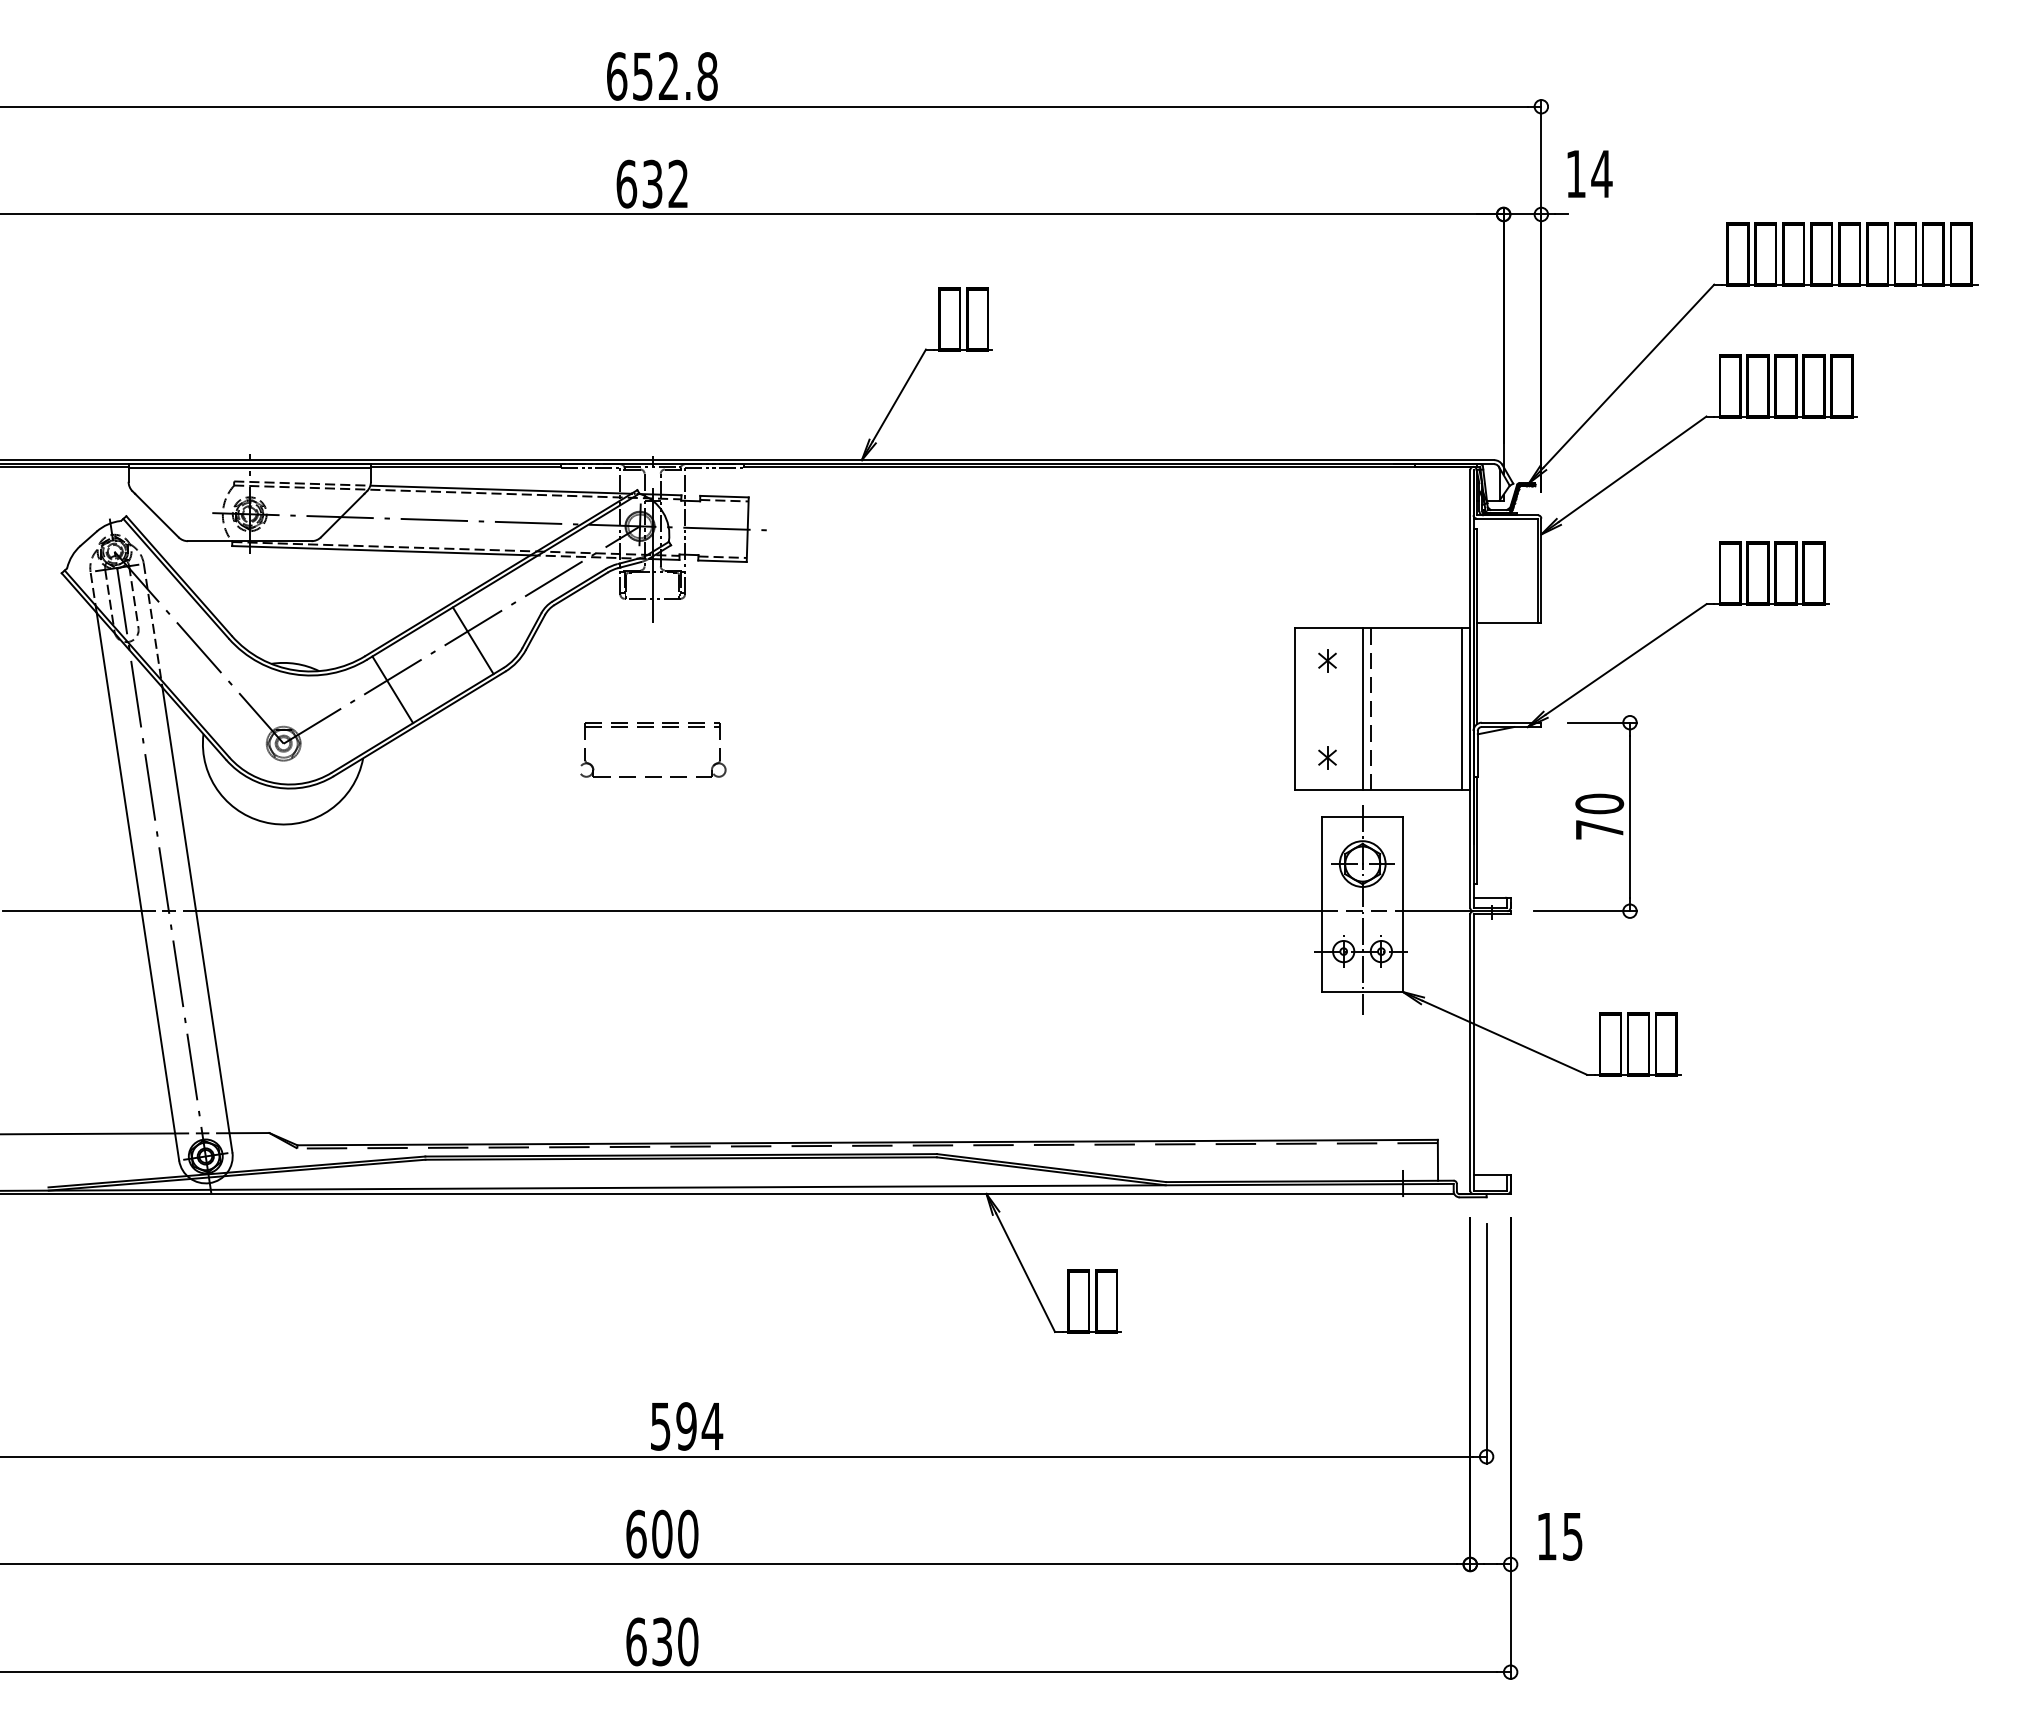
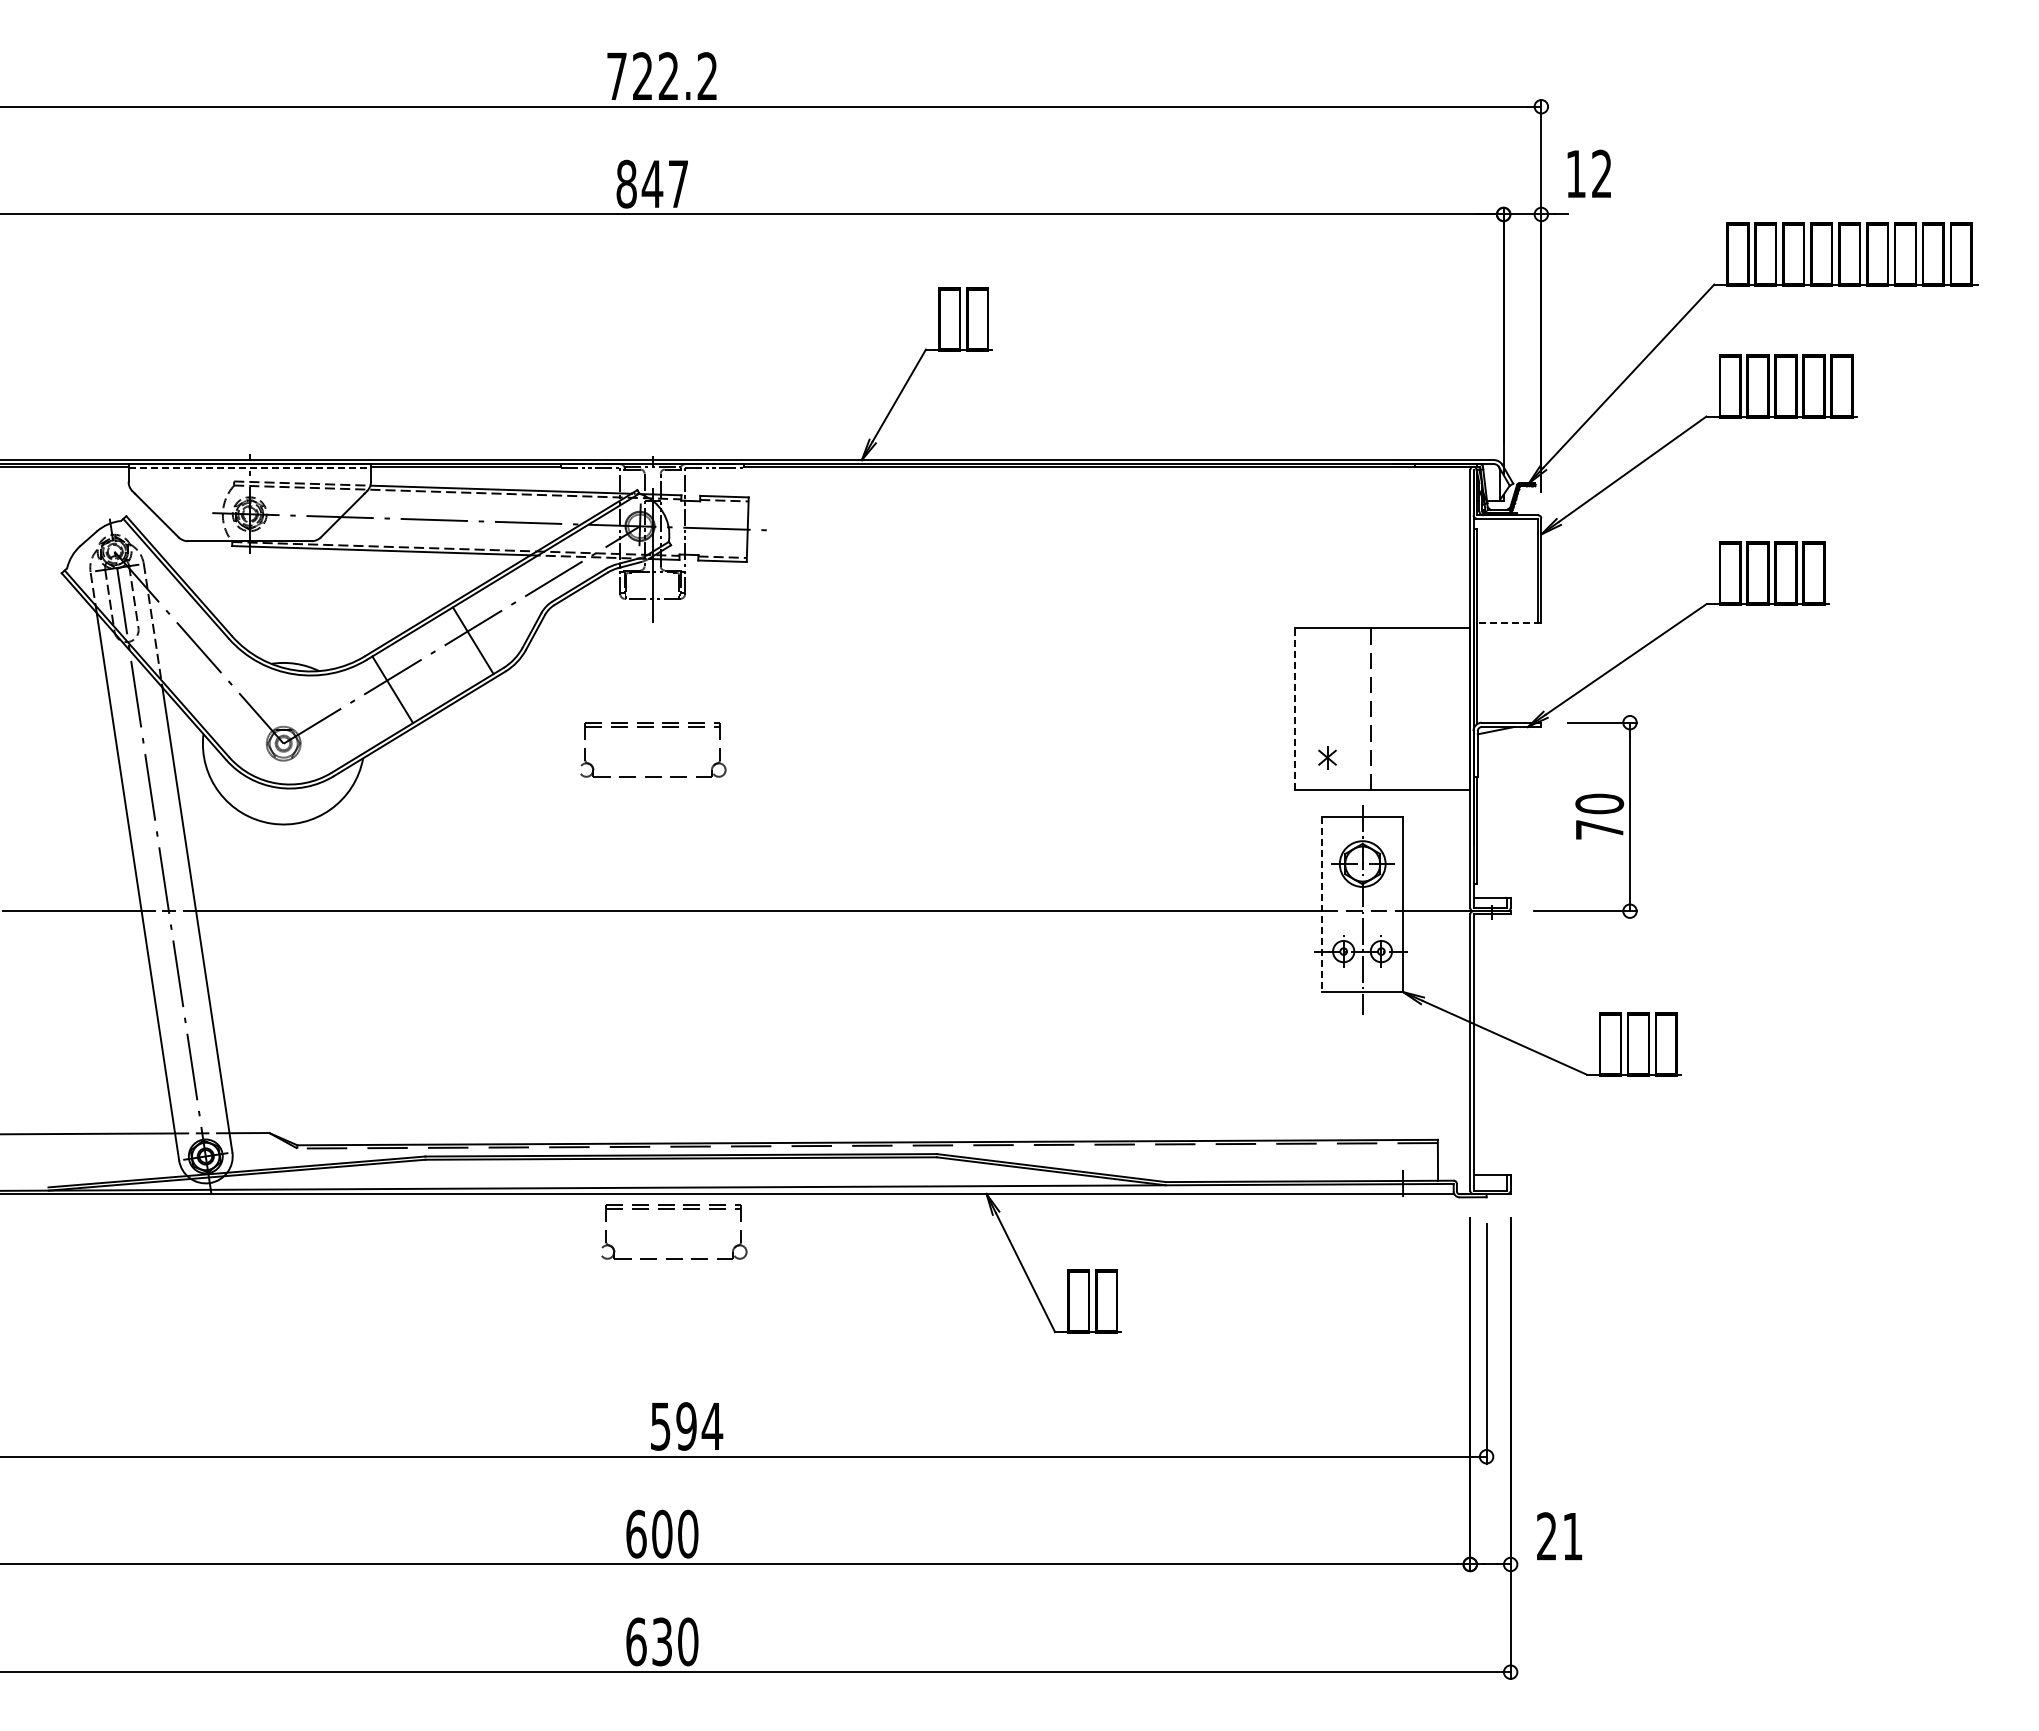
text at (662, 76): 652.8 -> 722.2
text at (1601, 173): 14 -> 12
text at (651, 183): 632 -> 847
line at (250, 468): solid -> dashed
line at (1508, 623): solid -> dashed
part at (1327, 660): present -> none
line at (1295, 709): solid -> dashed
line at (1362, 709): present -> none
line at (1462, 709): present -> none
line at (1322, 904): solid -> dashed
part at (674, 1209): none -> present
text at (1559, 1536): 15 -> 21
